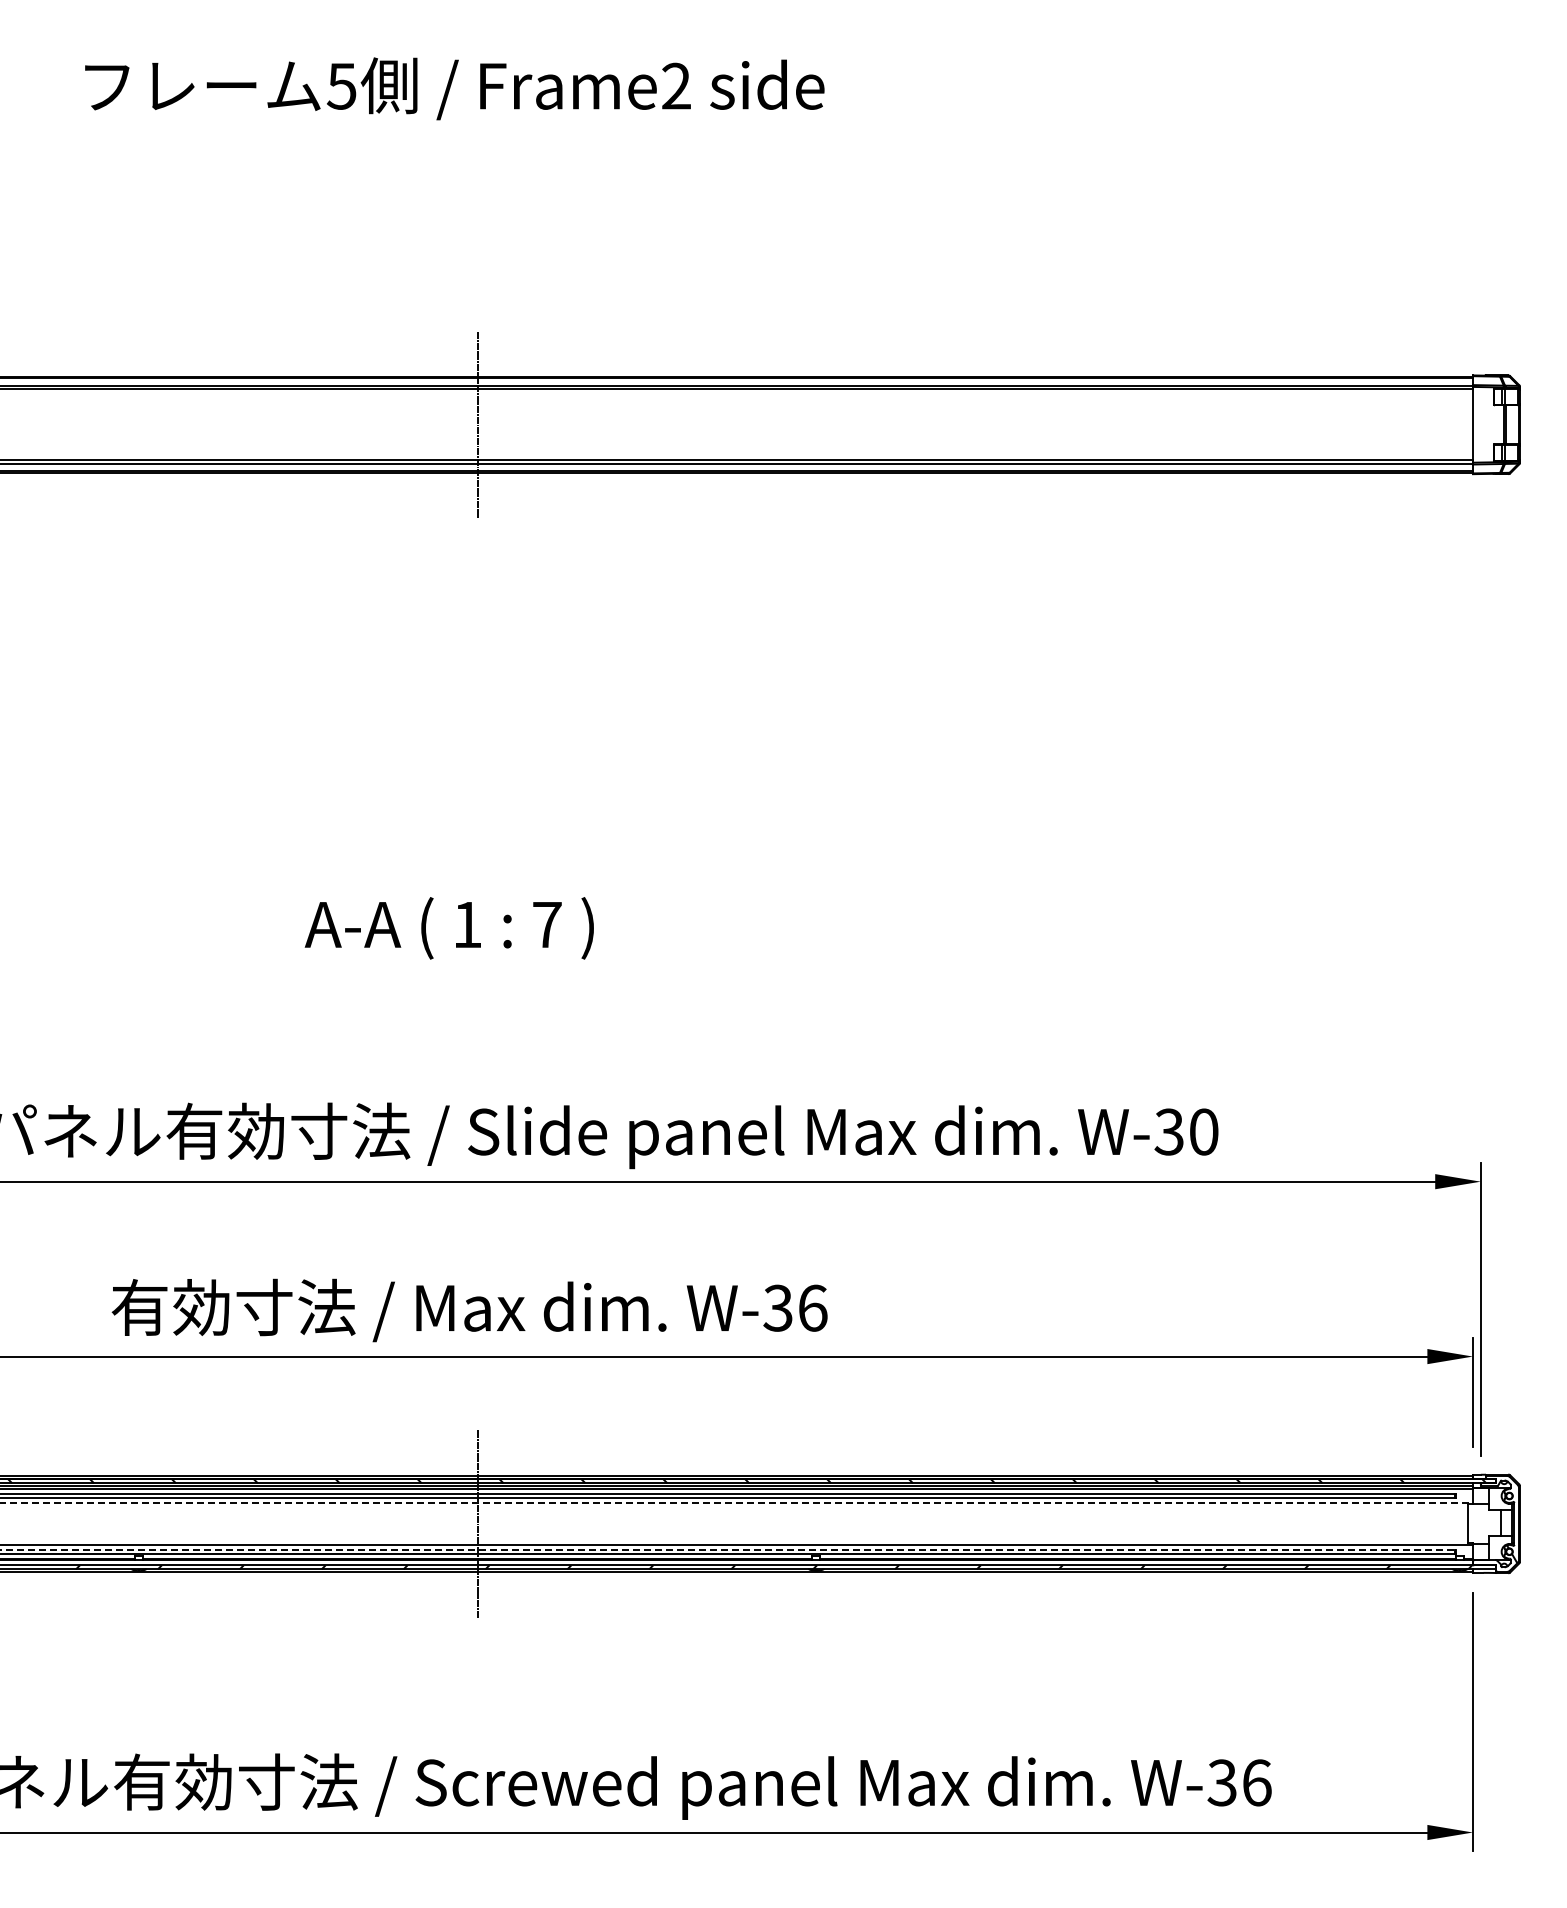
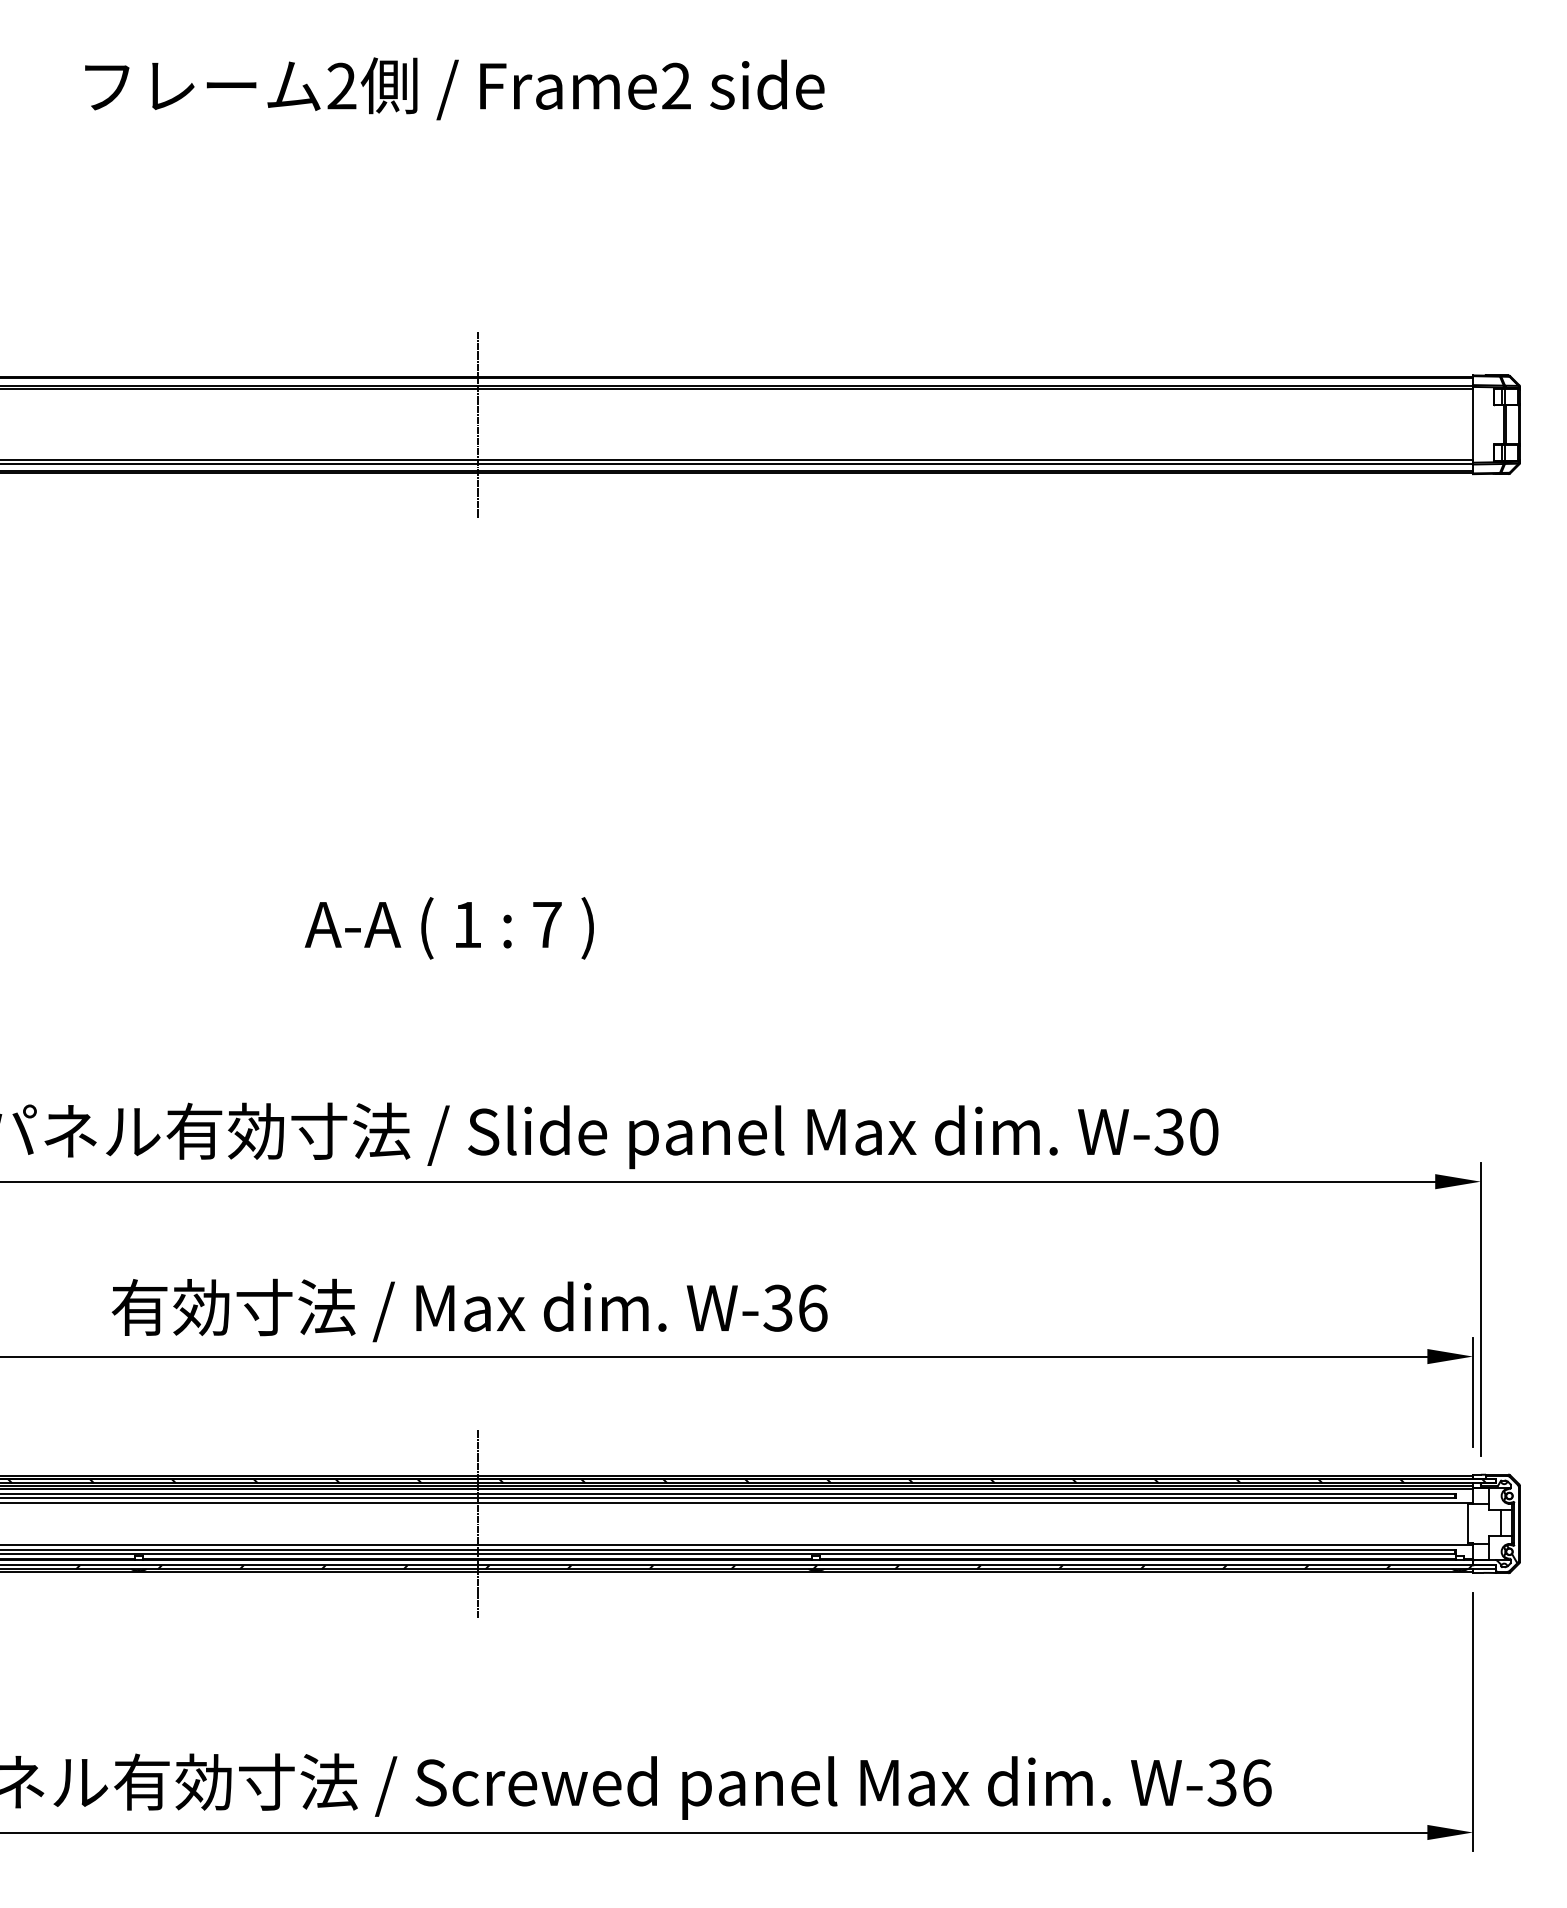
text at (341, 85): 5 -> 2
line at (737, 1502): dashed -> solid
line at (728, 1549): dashed -> solid
